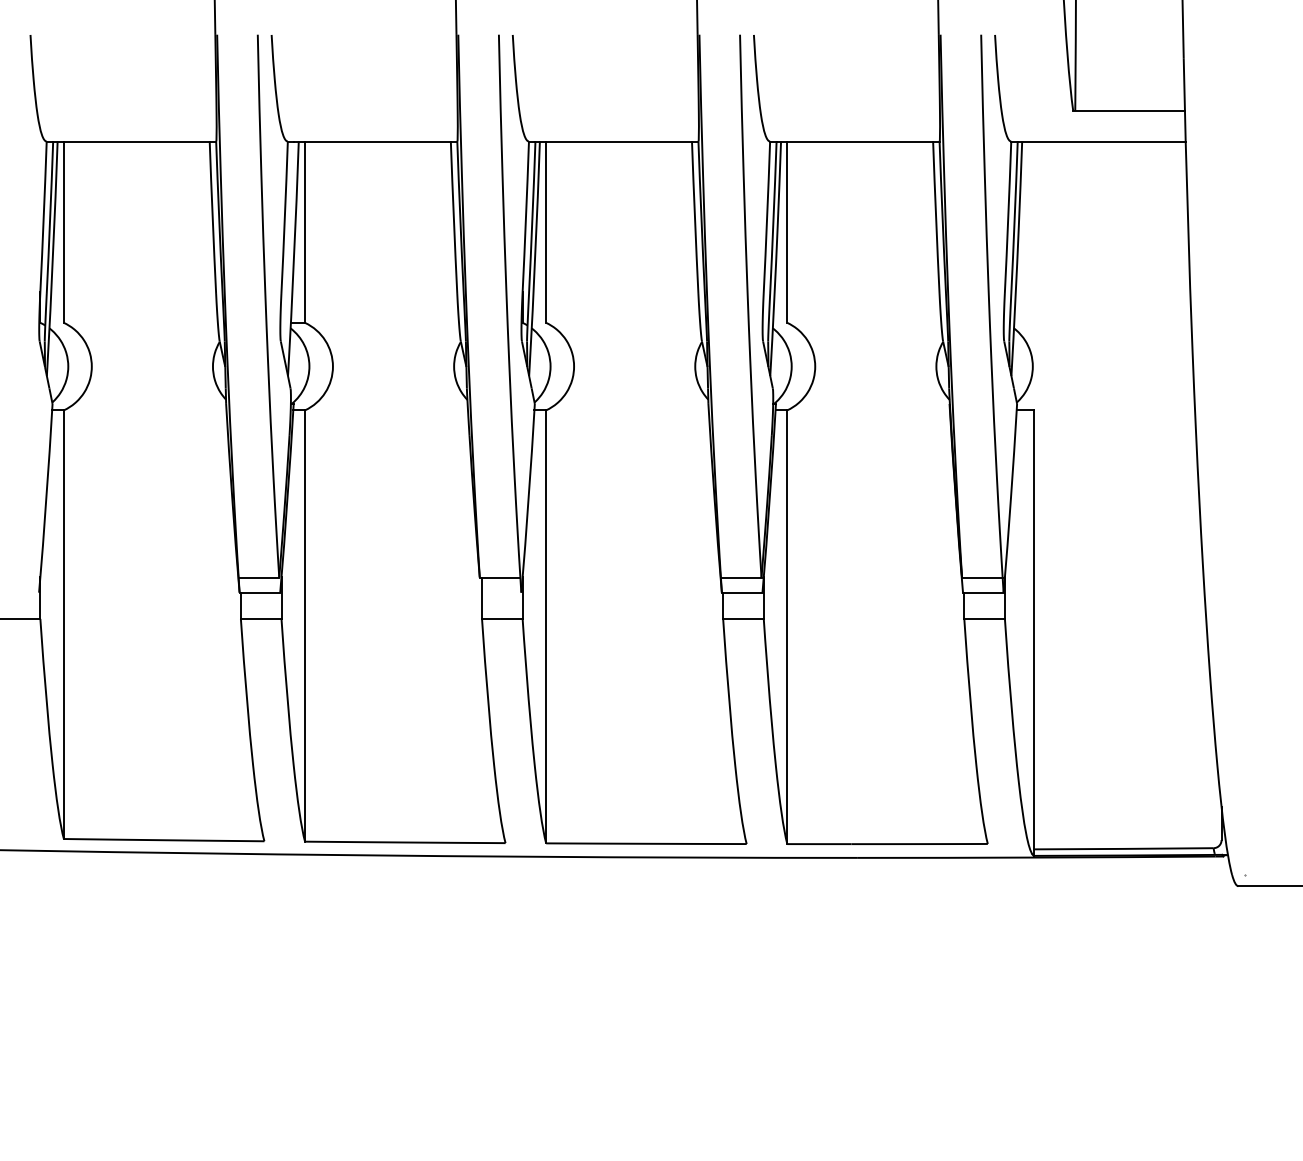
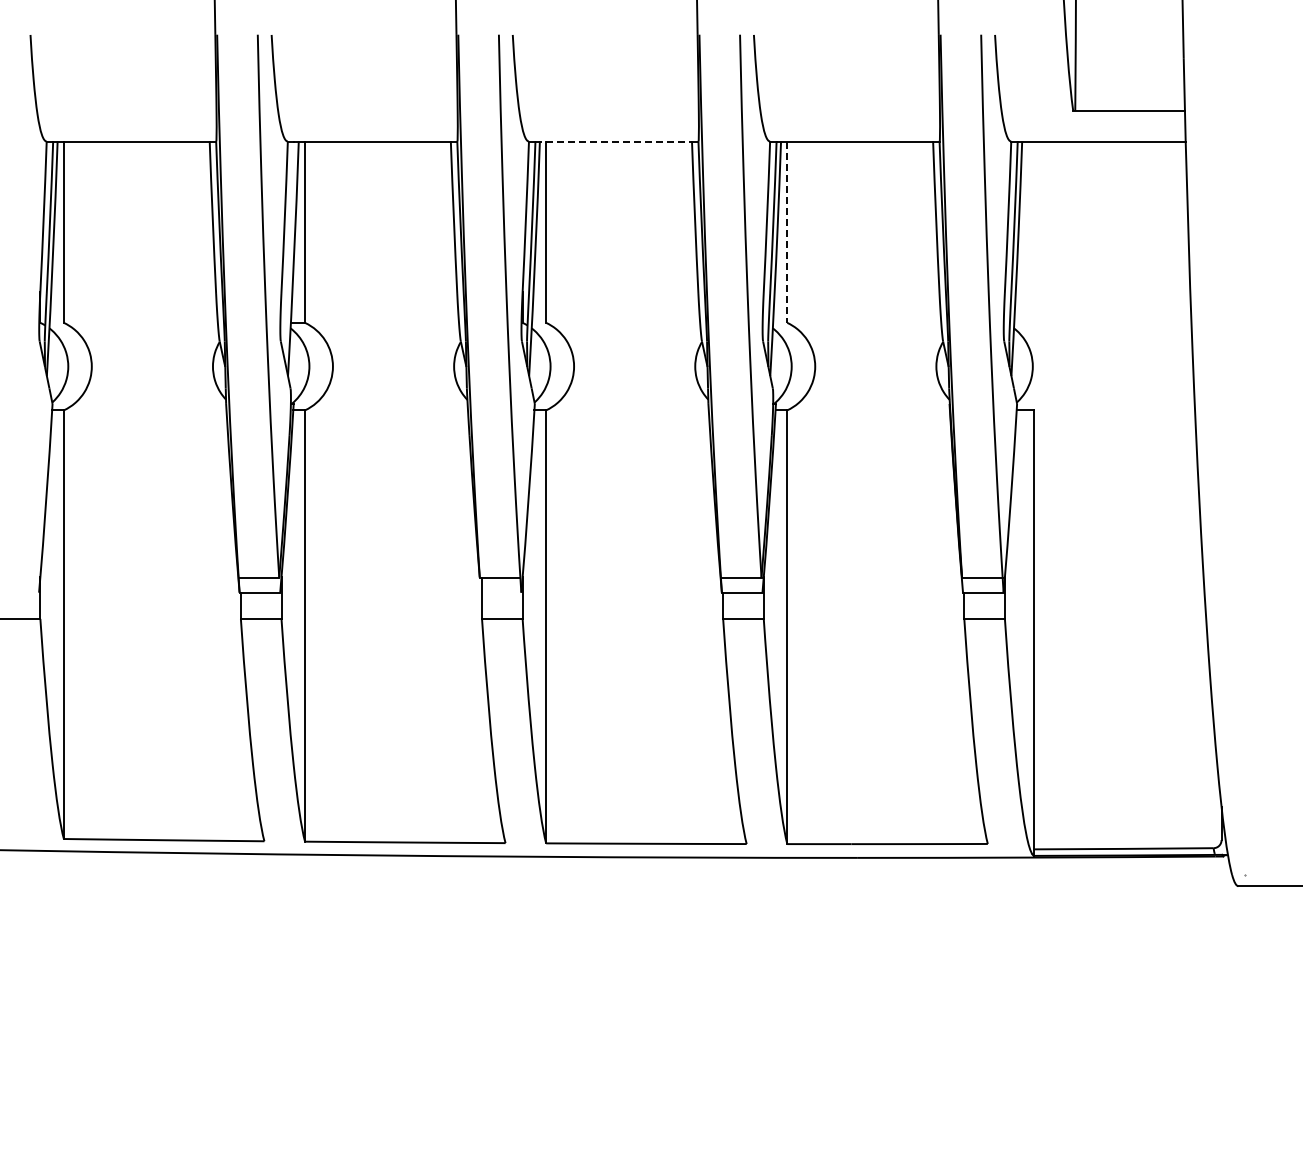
line at (614, 141): solid -> dashed
line at (787, 232): solid -> dashed
